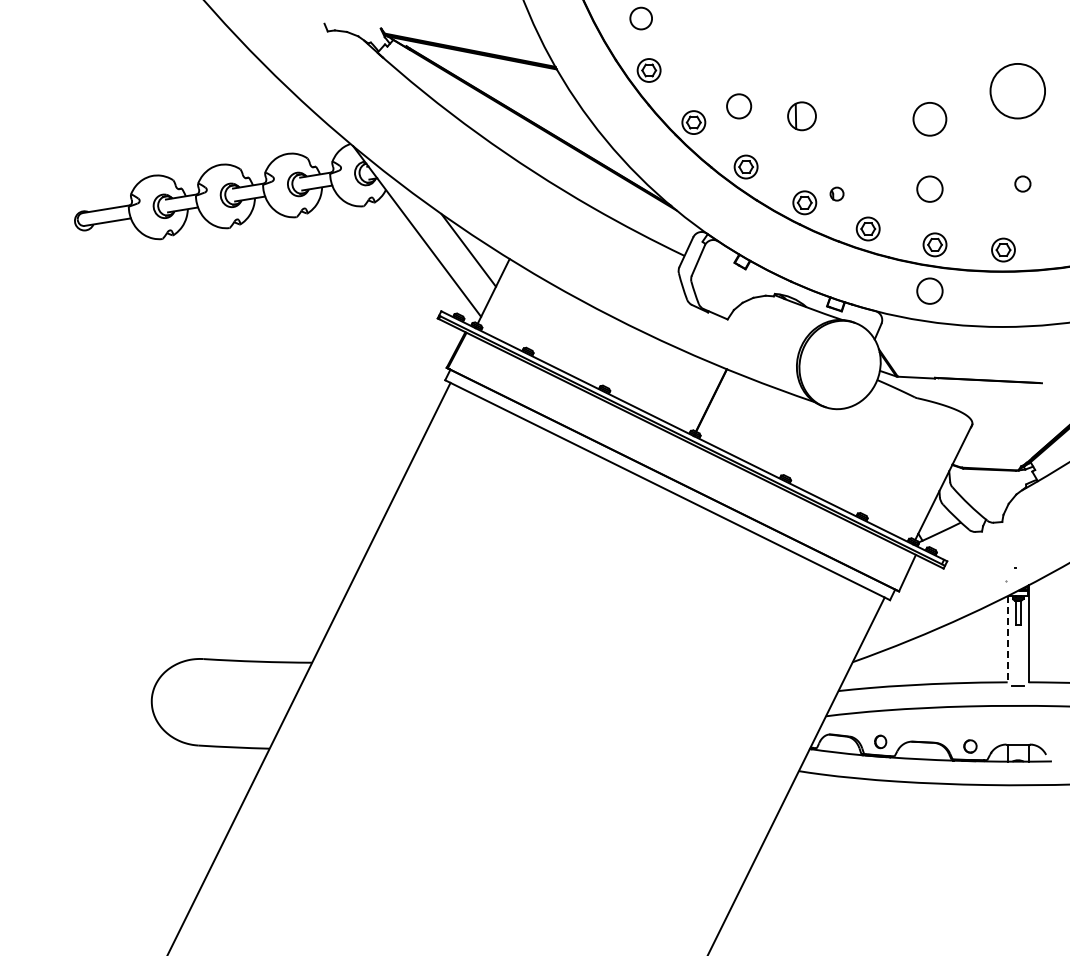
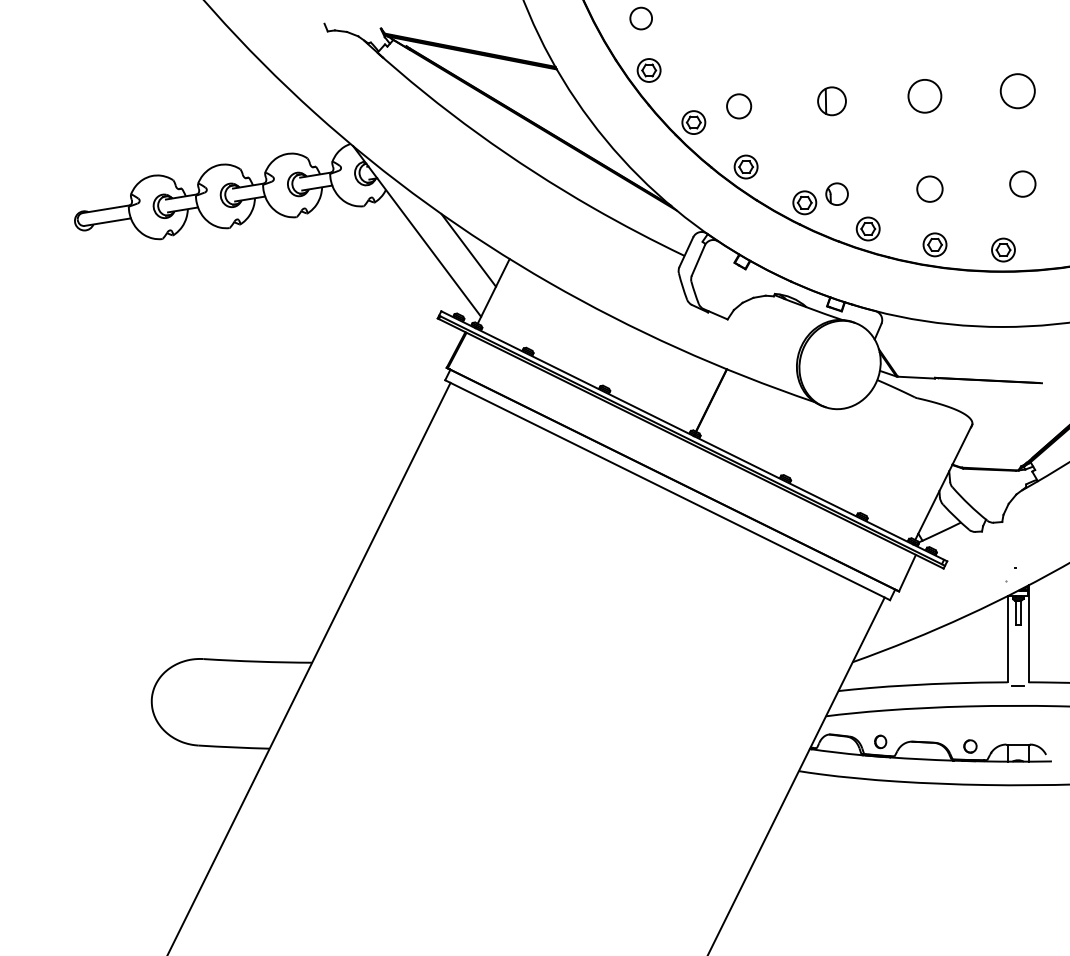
circle at (1017, 90) diameter: 55 px -> 34 px
part at (801, 116) position: (801, 116) -> (831, 101)
circle at (929, 119) position: (929, 119) -> (924, 96)
circle at (1022, 183) size: 18x18 px -> 28x28 px
part at (836, 193) size: 16x16 px -> 24x24 px
circle at (929, 290): present -> none
line at (1007, 639): dashed -> solid
